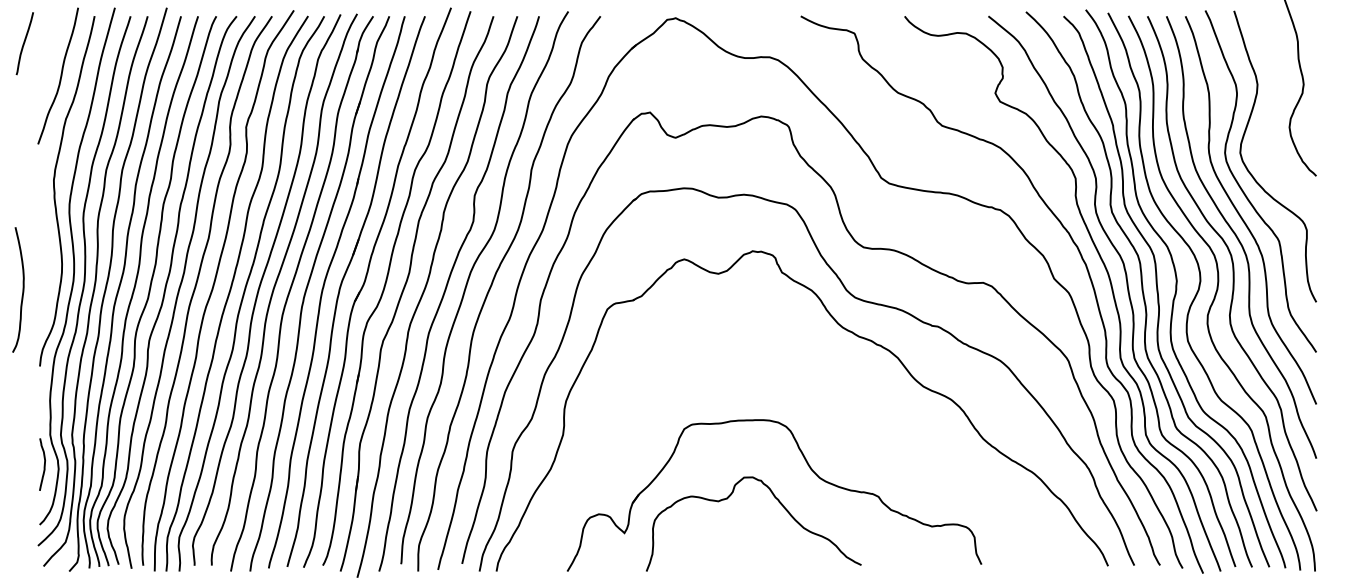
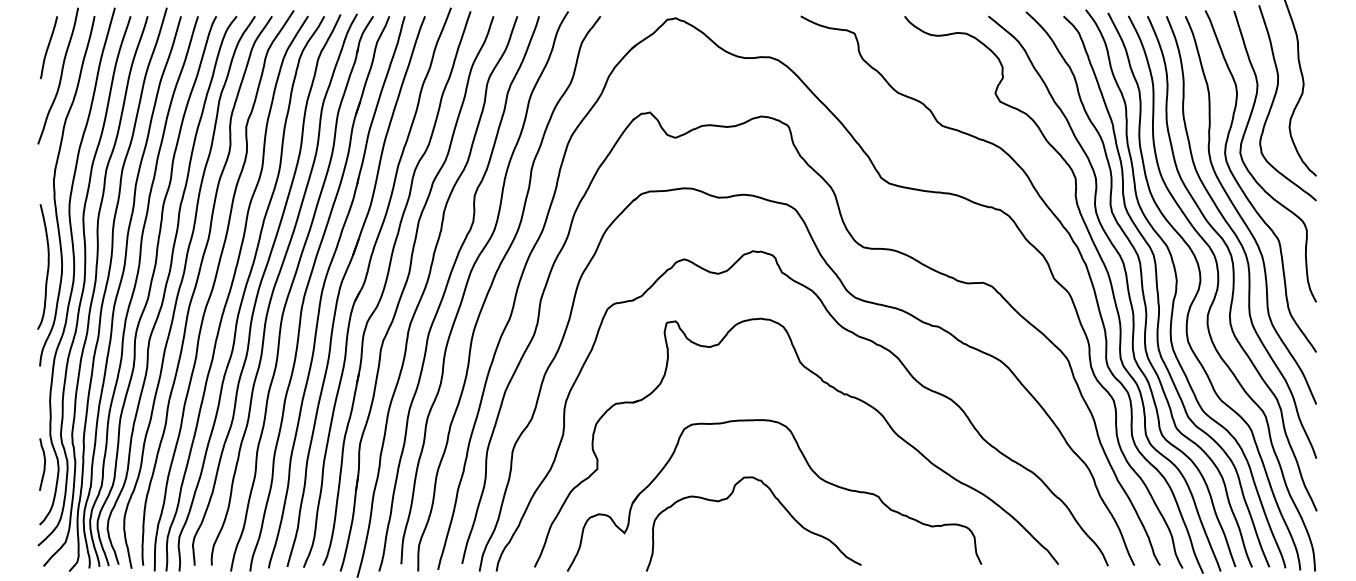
curve at (24, 43) position: (24, 43) -> (48, 47)
curve at (1274, 100): none -> present
curve at (22, 289) position: (22, 289) -> (47, 266)
part at (830, 387): none -> present
